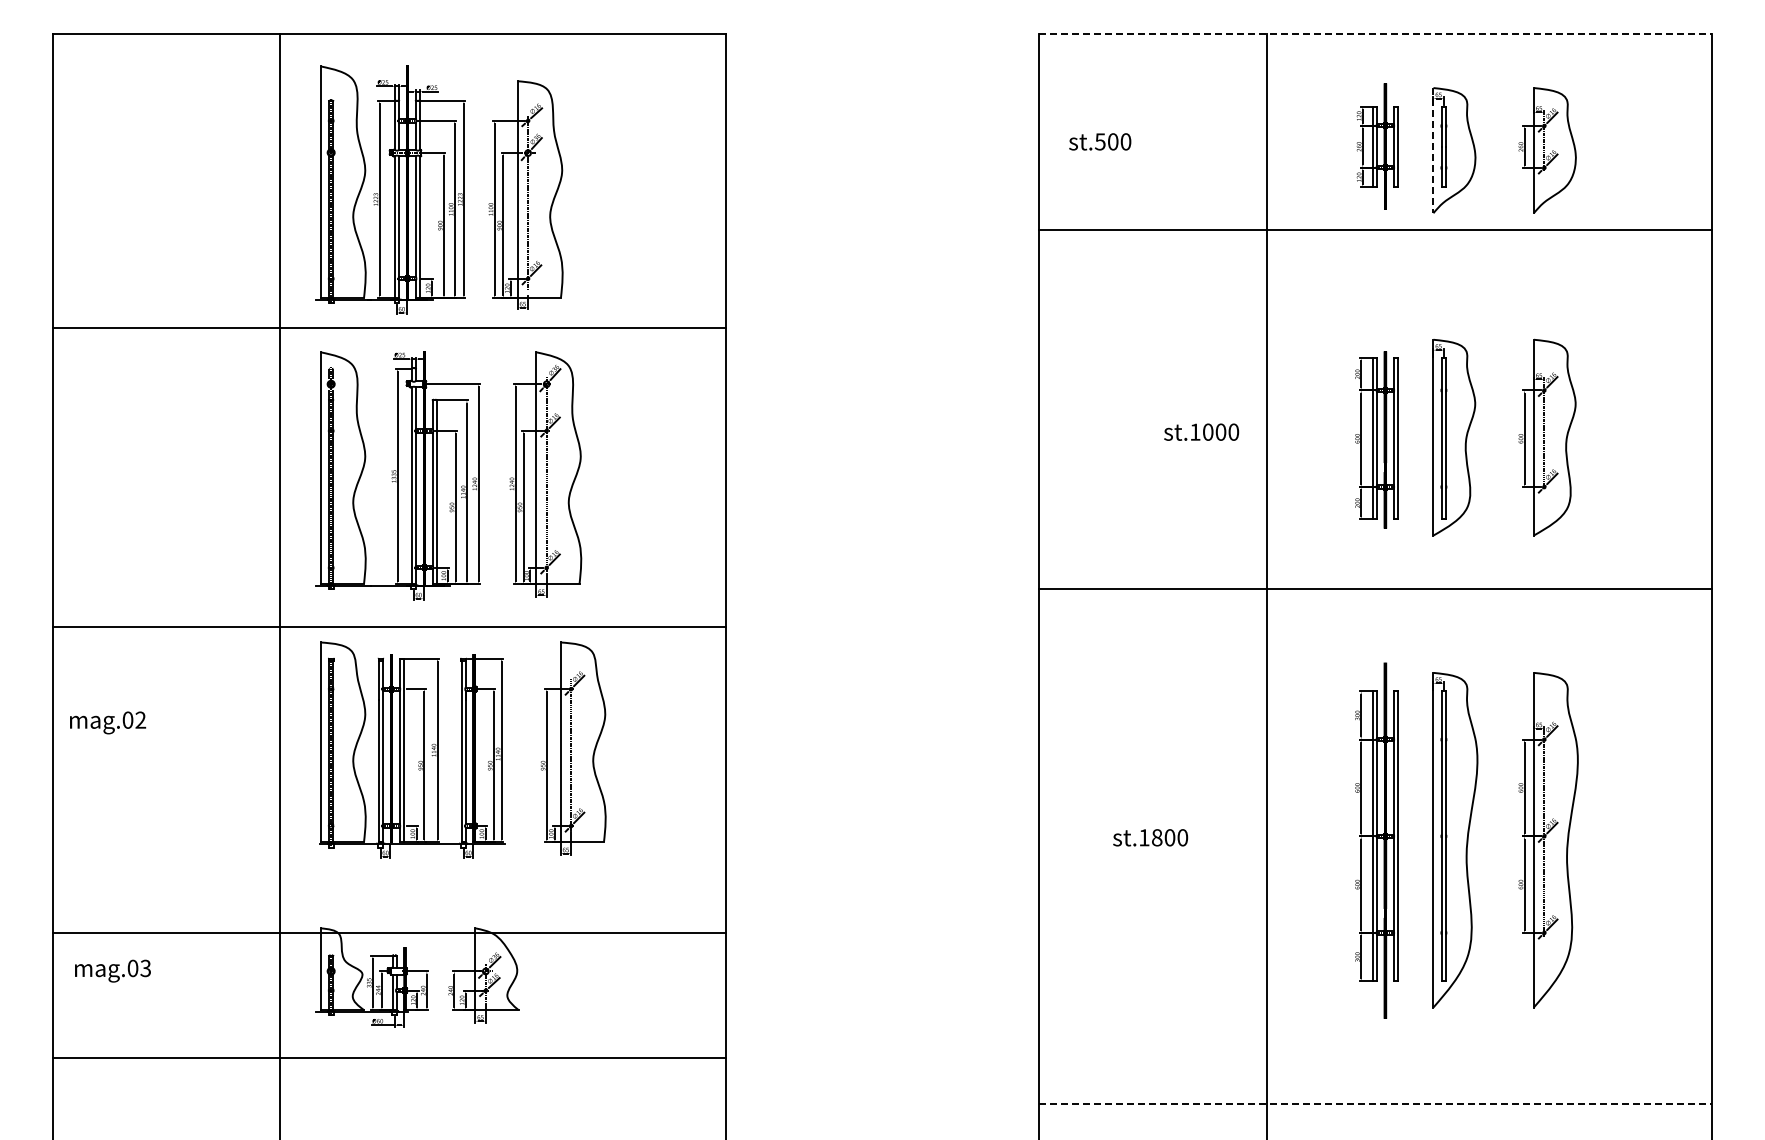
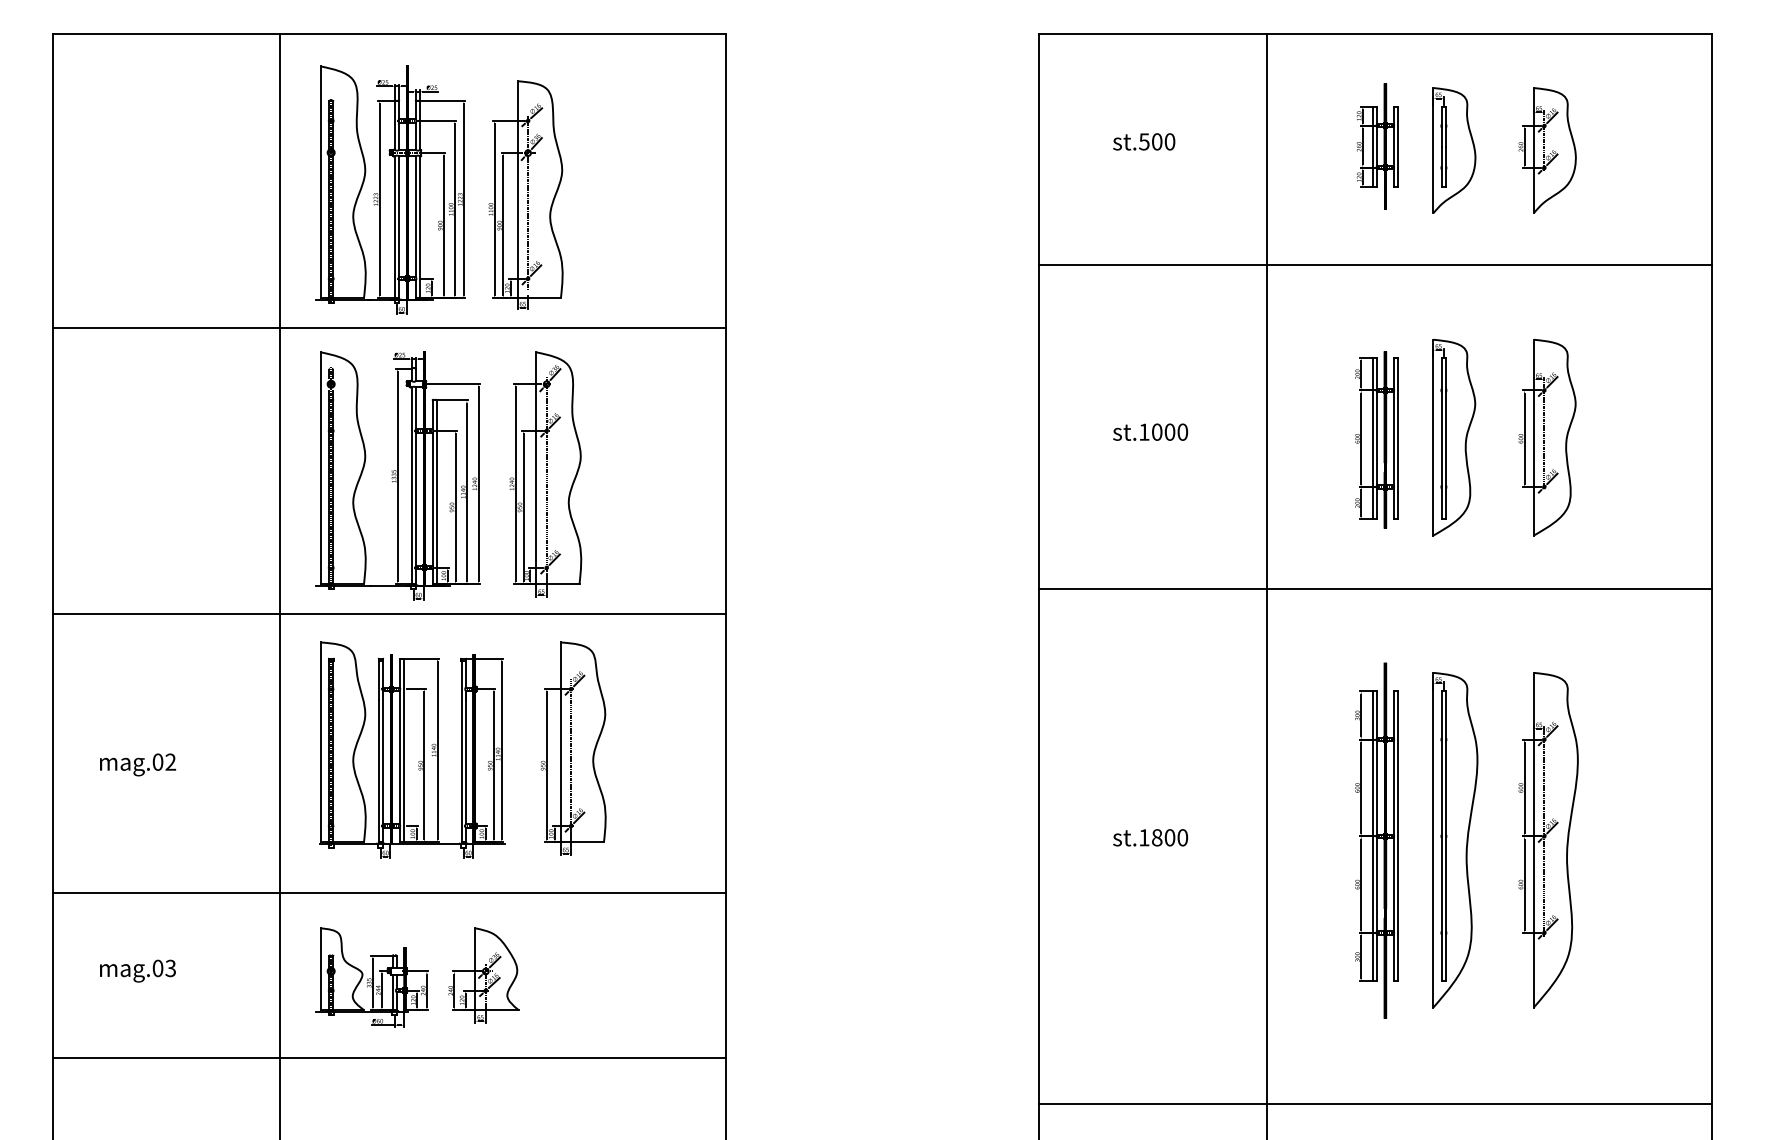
line at (1376, 34): dashed -> solid
text at (1100, 141) position: (1100, 141) -> (1144, 141)
line at (1433, 150): dashed -> solid
line at (1375, 230) position: (1375, 230) -> (1375, 265)
text at (1201, 431) position: (1201, 431) -> (1150, 431)
line at (388, 626) position: (388, 626) -> (388, 613)
text at (108, 722) position: (108, 722) -> (138, 764)
line at (388, 933) position: (388, 933) -> (388, 893)
text at (112, 970) position: (112, 970) -> (137, 970)
line at (1376, 1103): dashed -> solid
